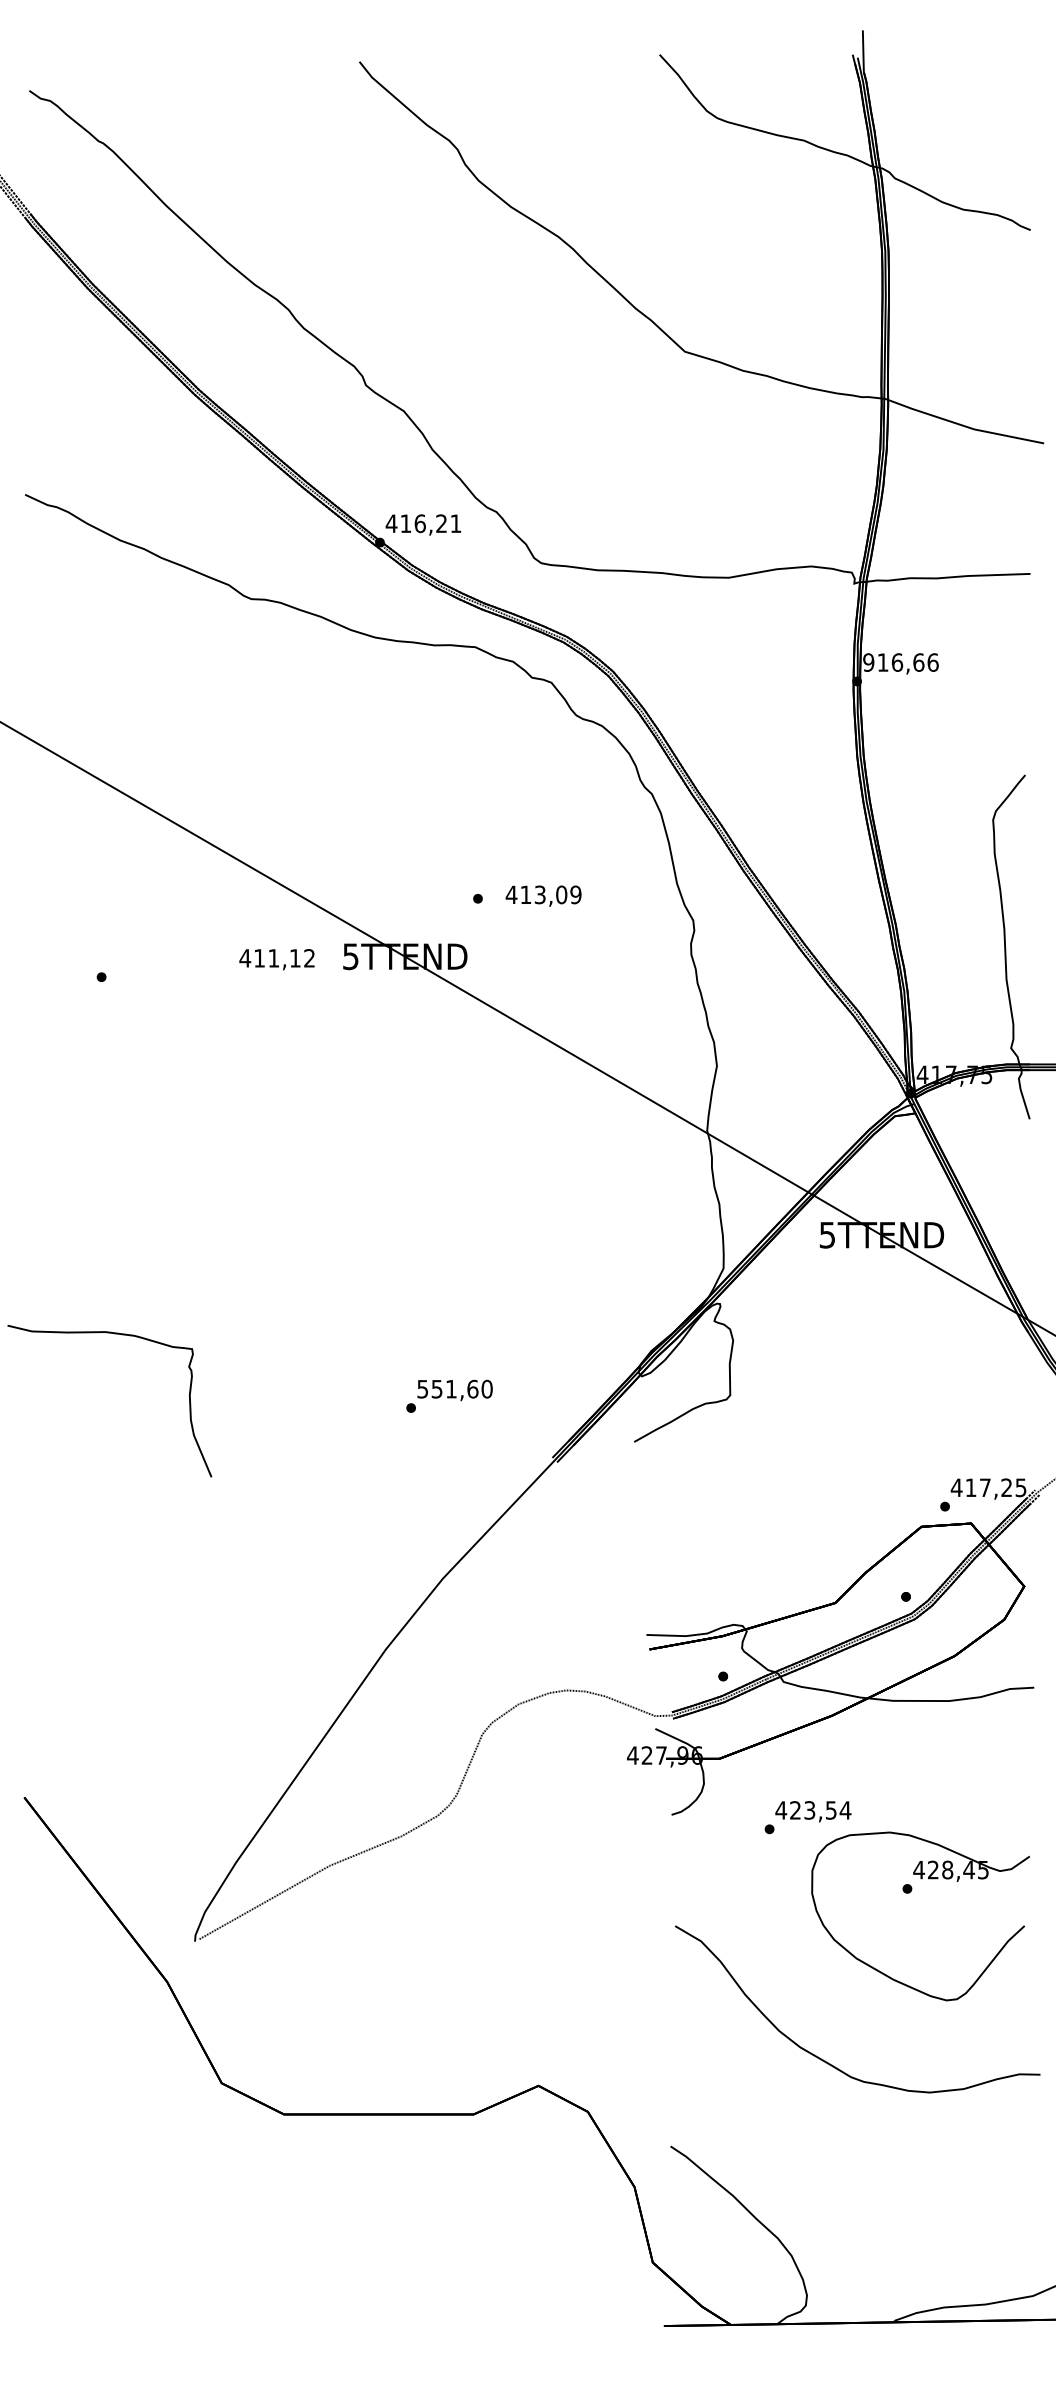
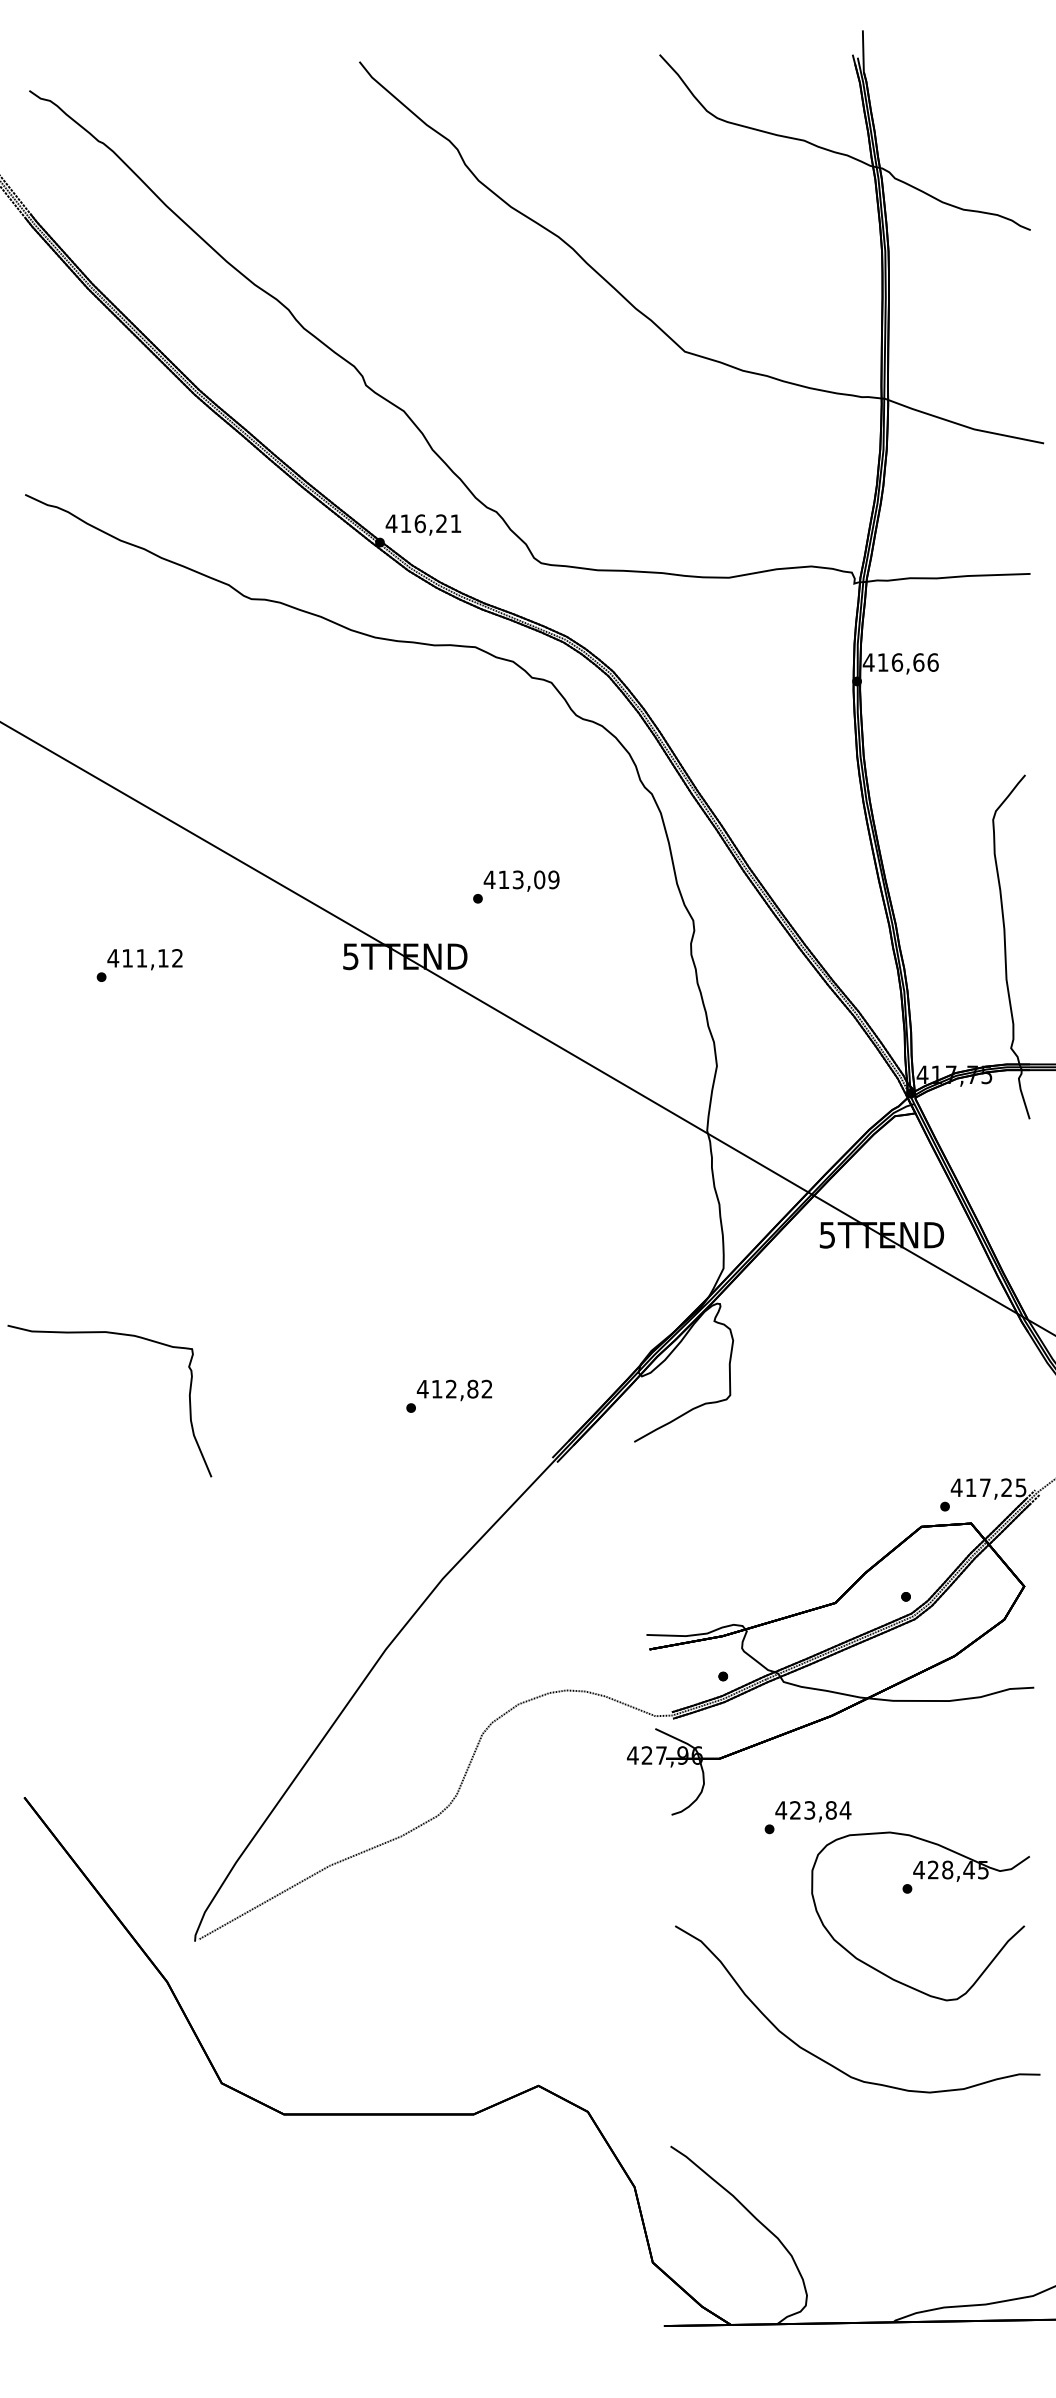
text at (868, 662): 916,66 -> 416,66
text at (543, 895) position: (543, 895) -> (521, 880)
text at (276, 959) position: (276, 959) -> (144, 959)
text at (454, 1388): 551,60 -> 412,82
text at (830, 1810): 423,54 -> 423,84
